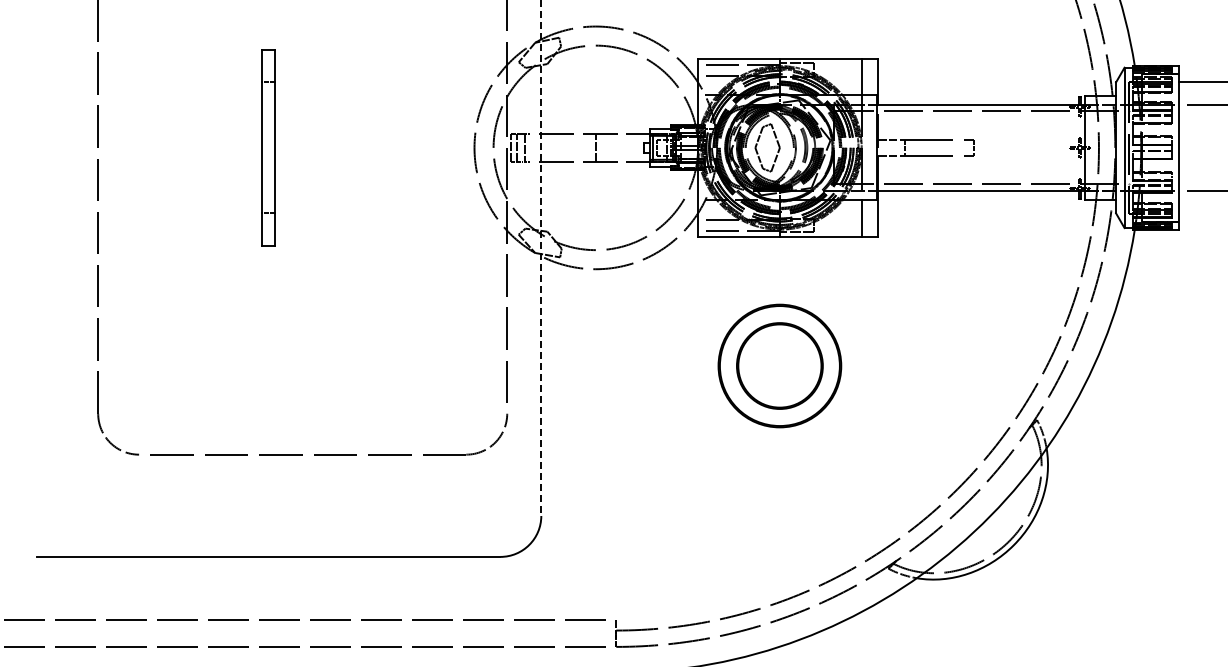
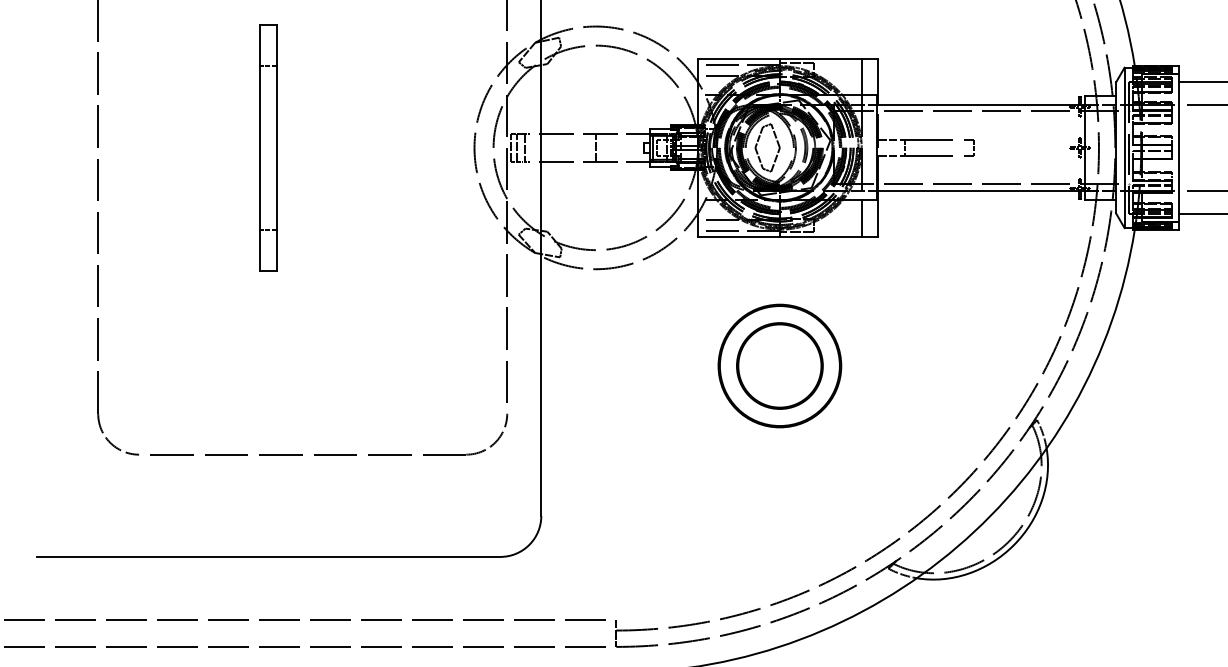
part at (268, 147) size: 15x198 px -> 19x248 px
line at (1201, 214): none -> present
line at (541, 258): dashed -> solid
